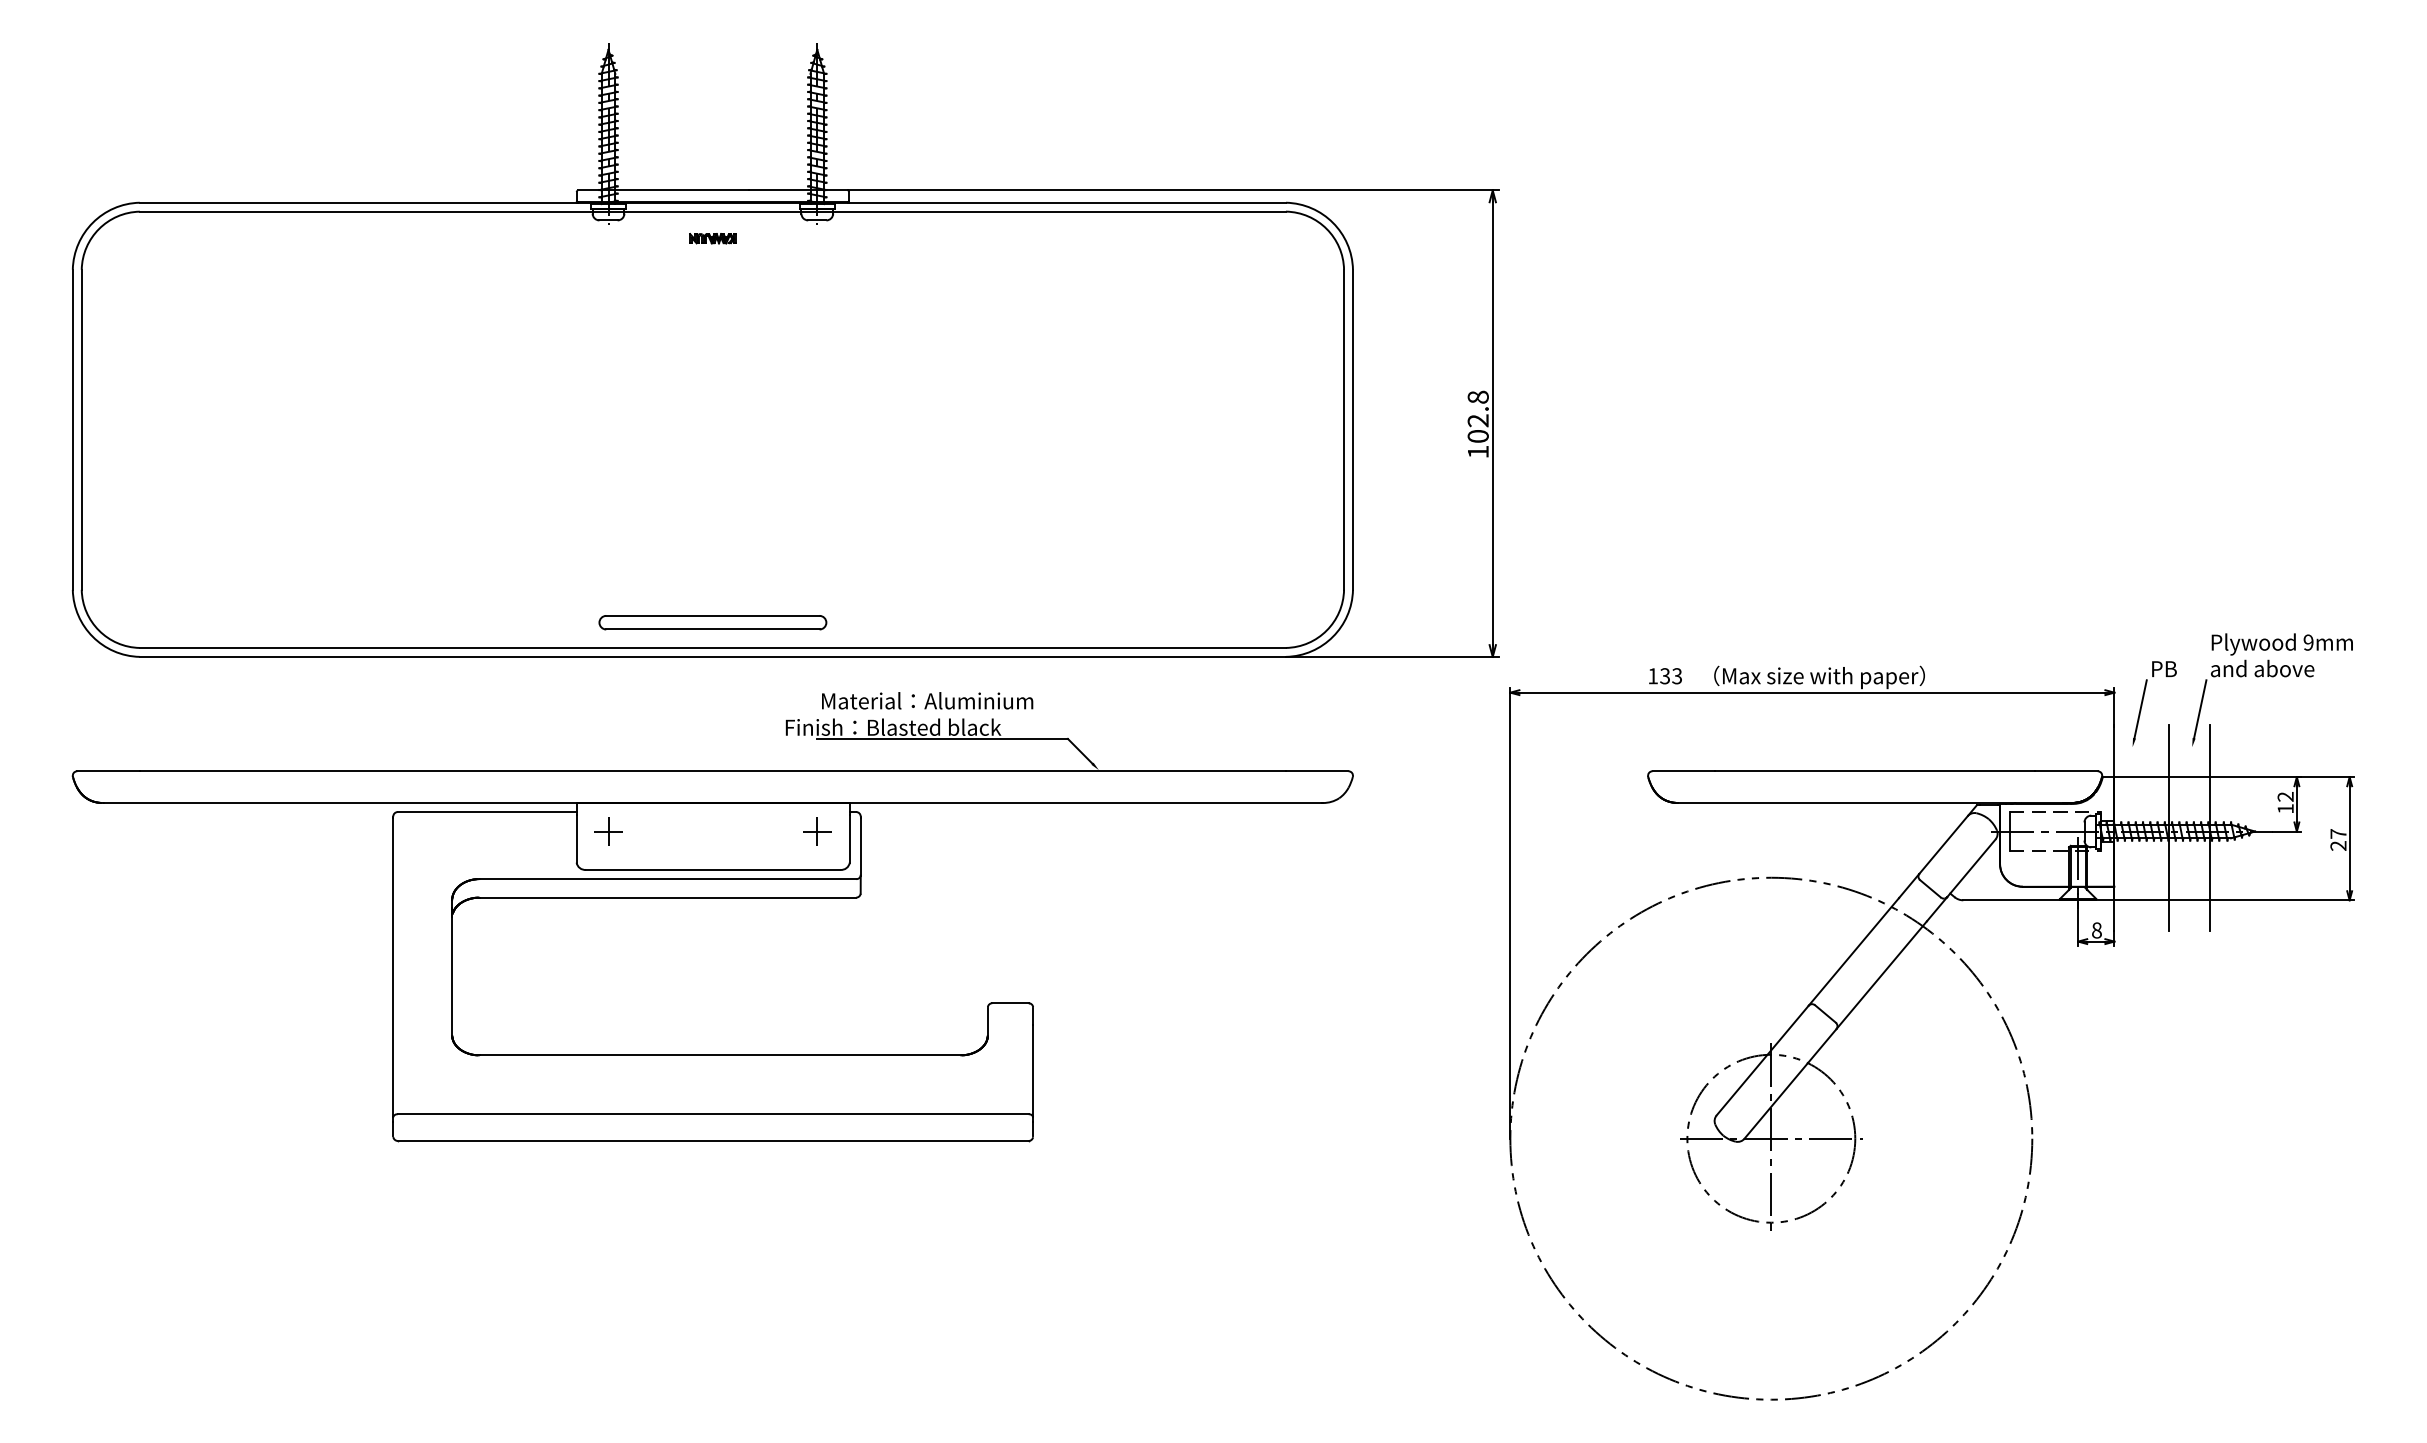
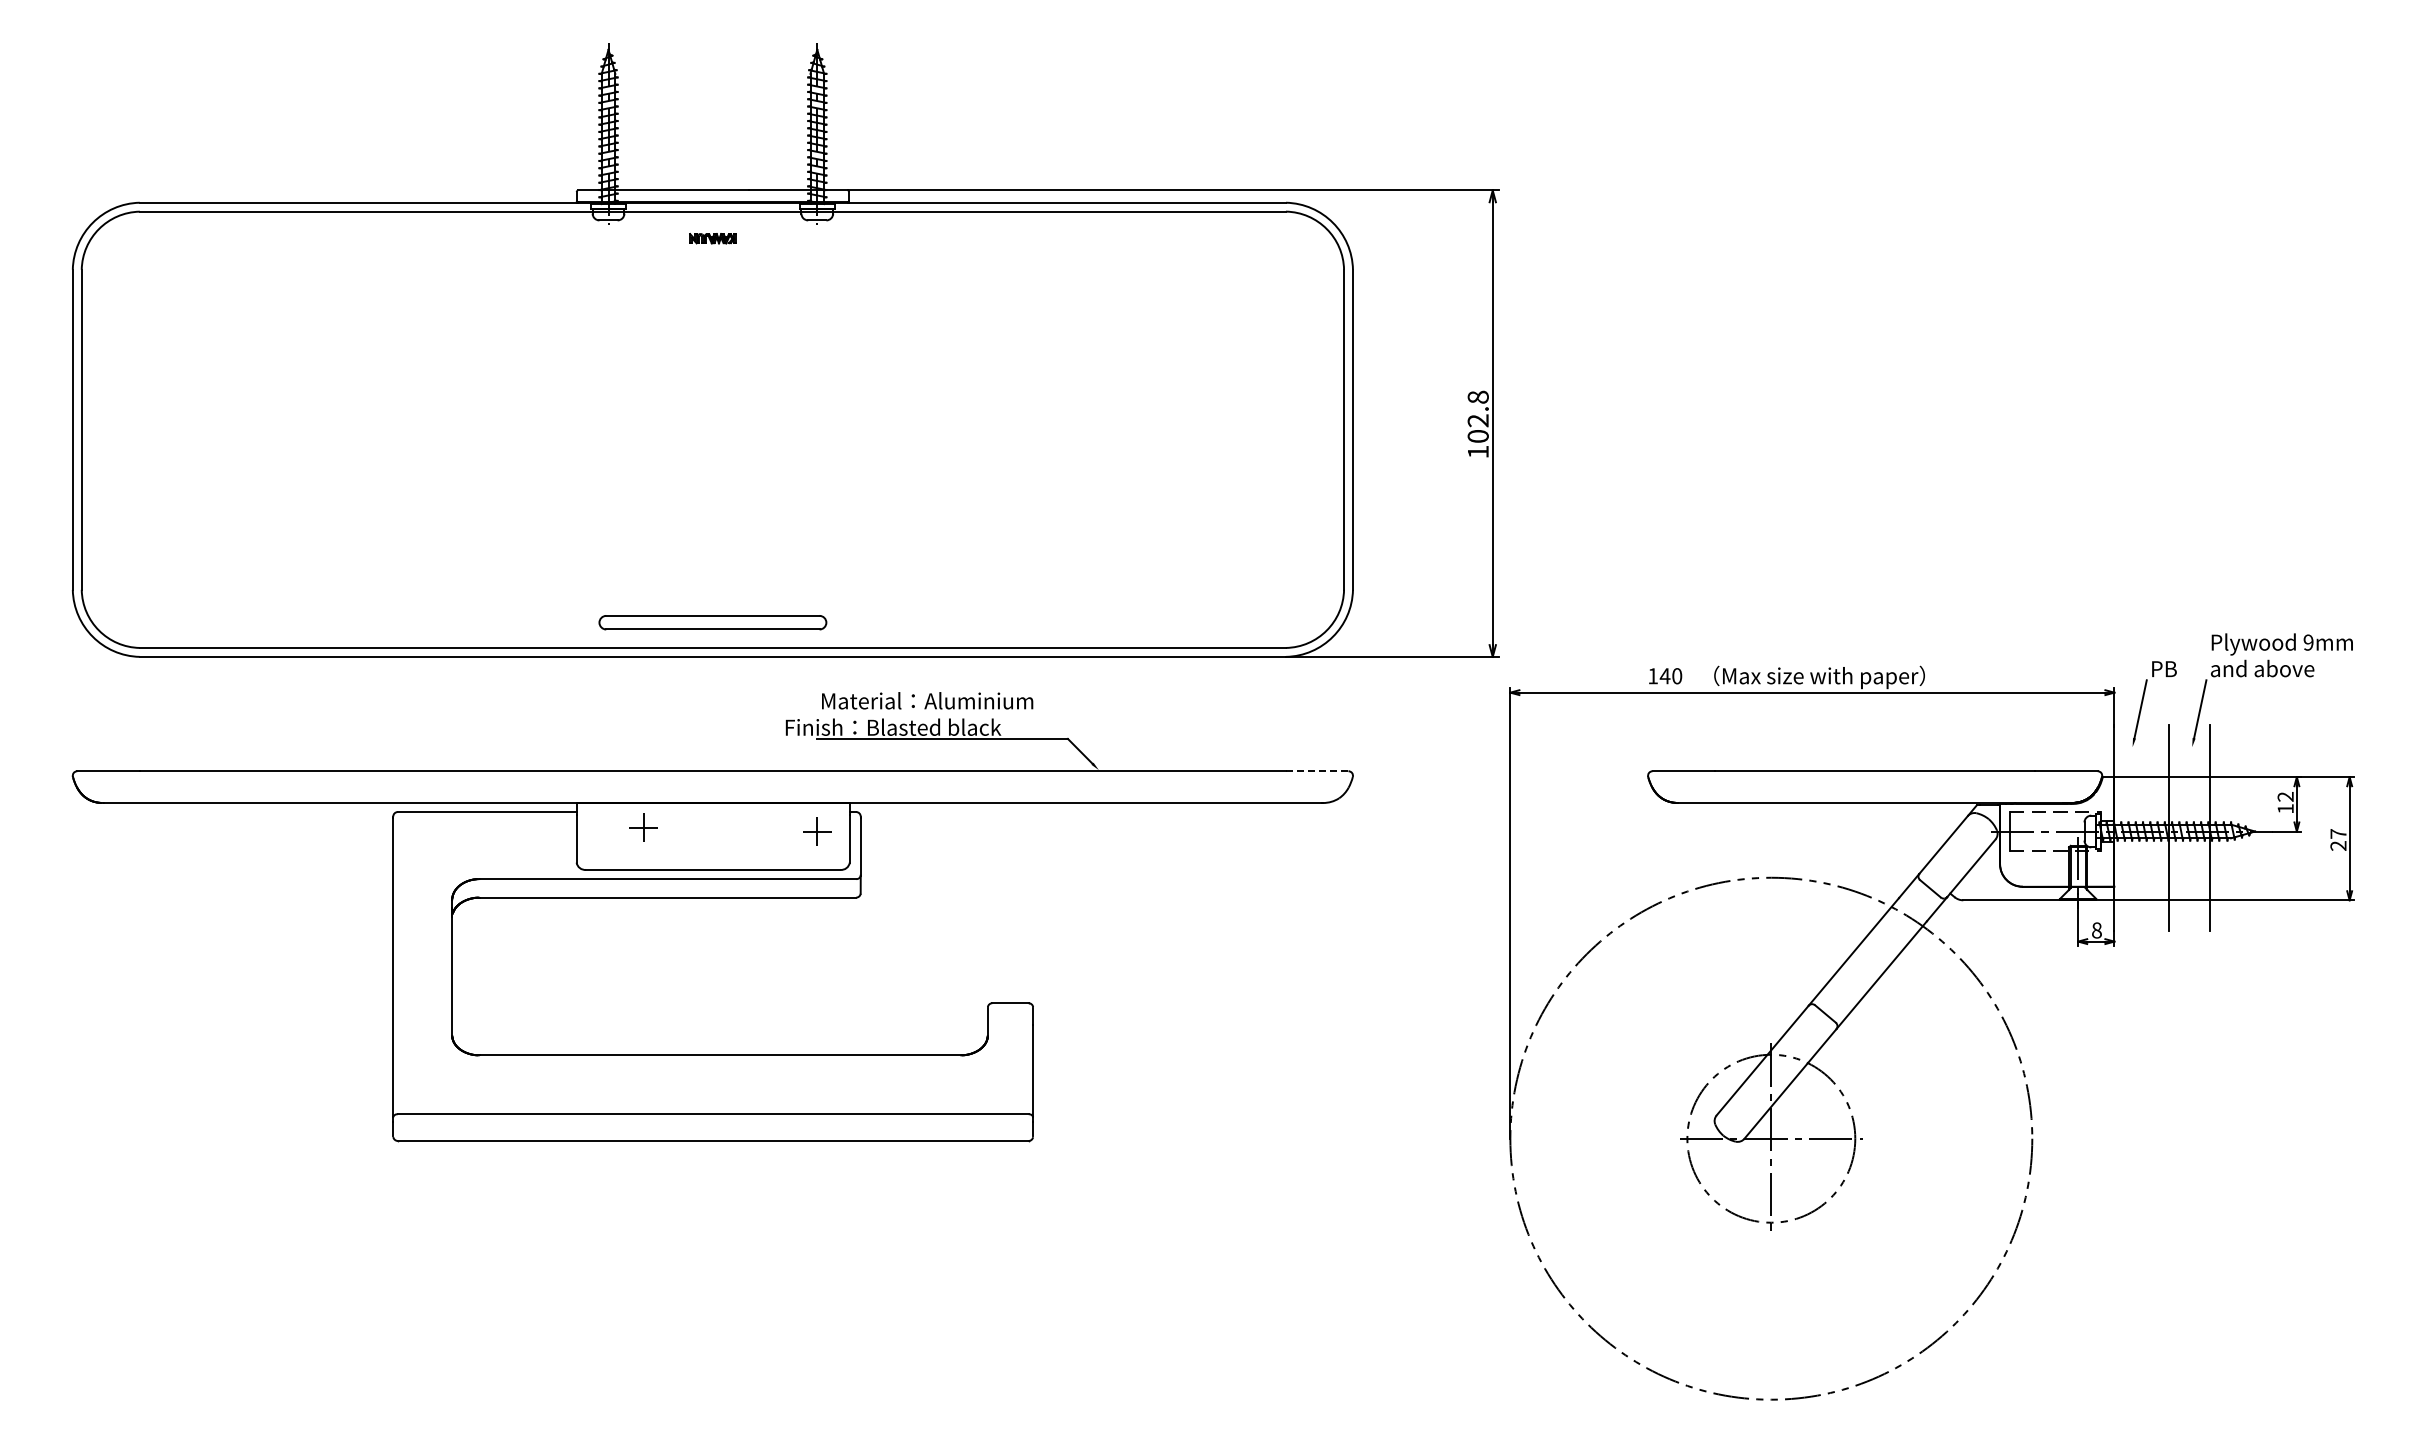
text at (1670, 676): 133 -> 140
line at (1317, 771): solid -> dashed
part at (608, 831) position: (608, 831) -> (643, 827)
